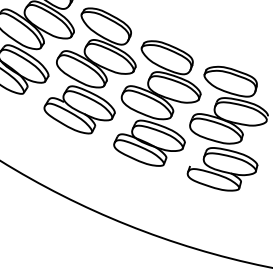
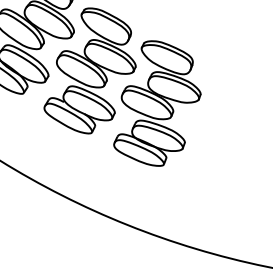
part at (227, 128): present -> none
